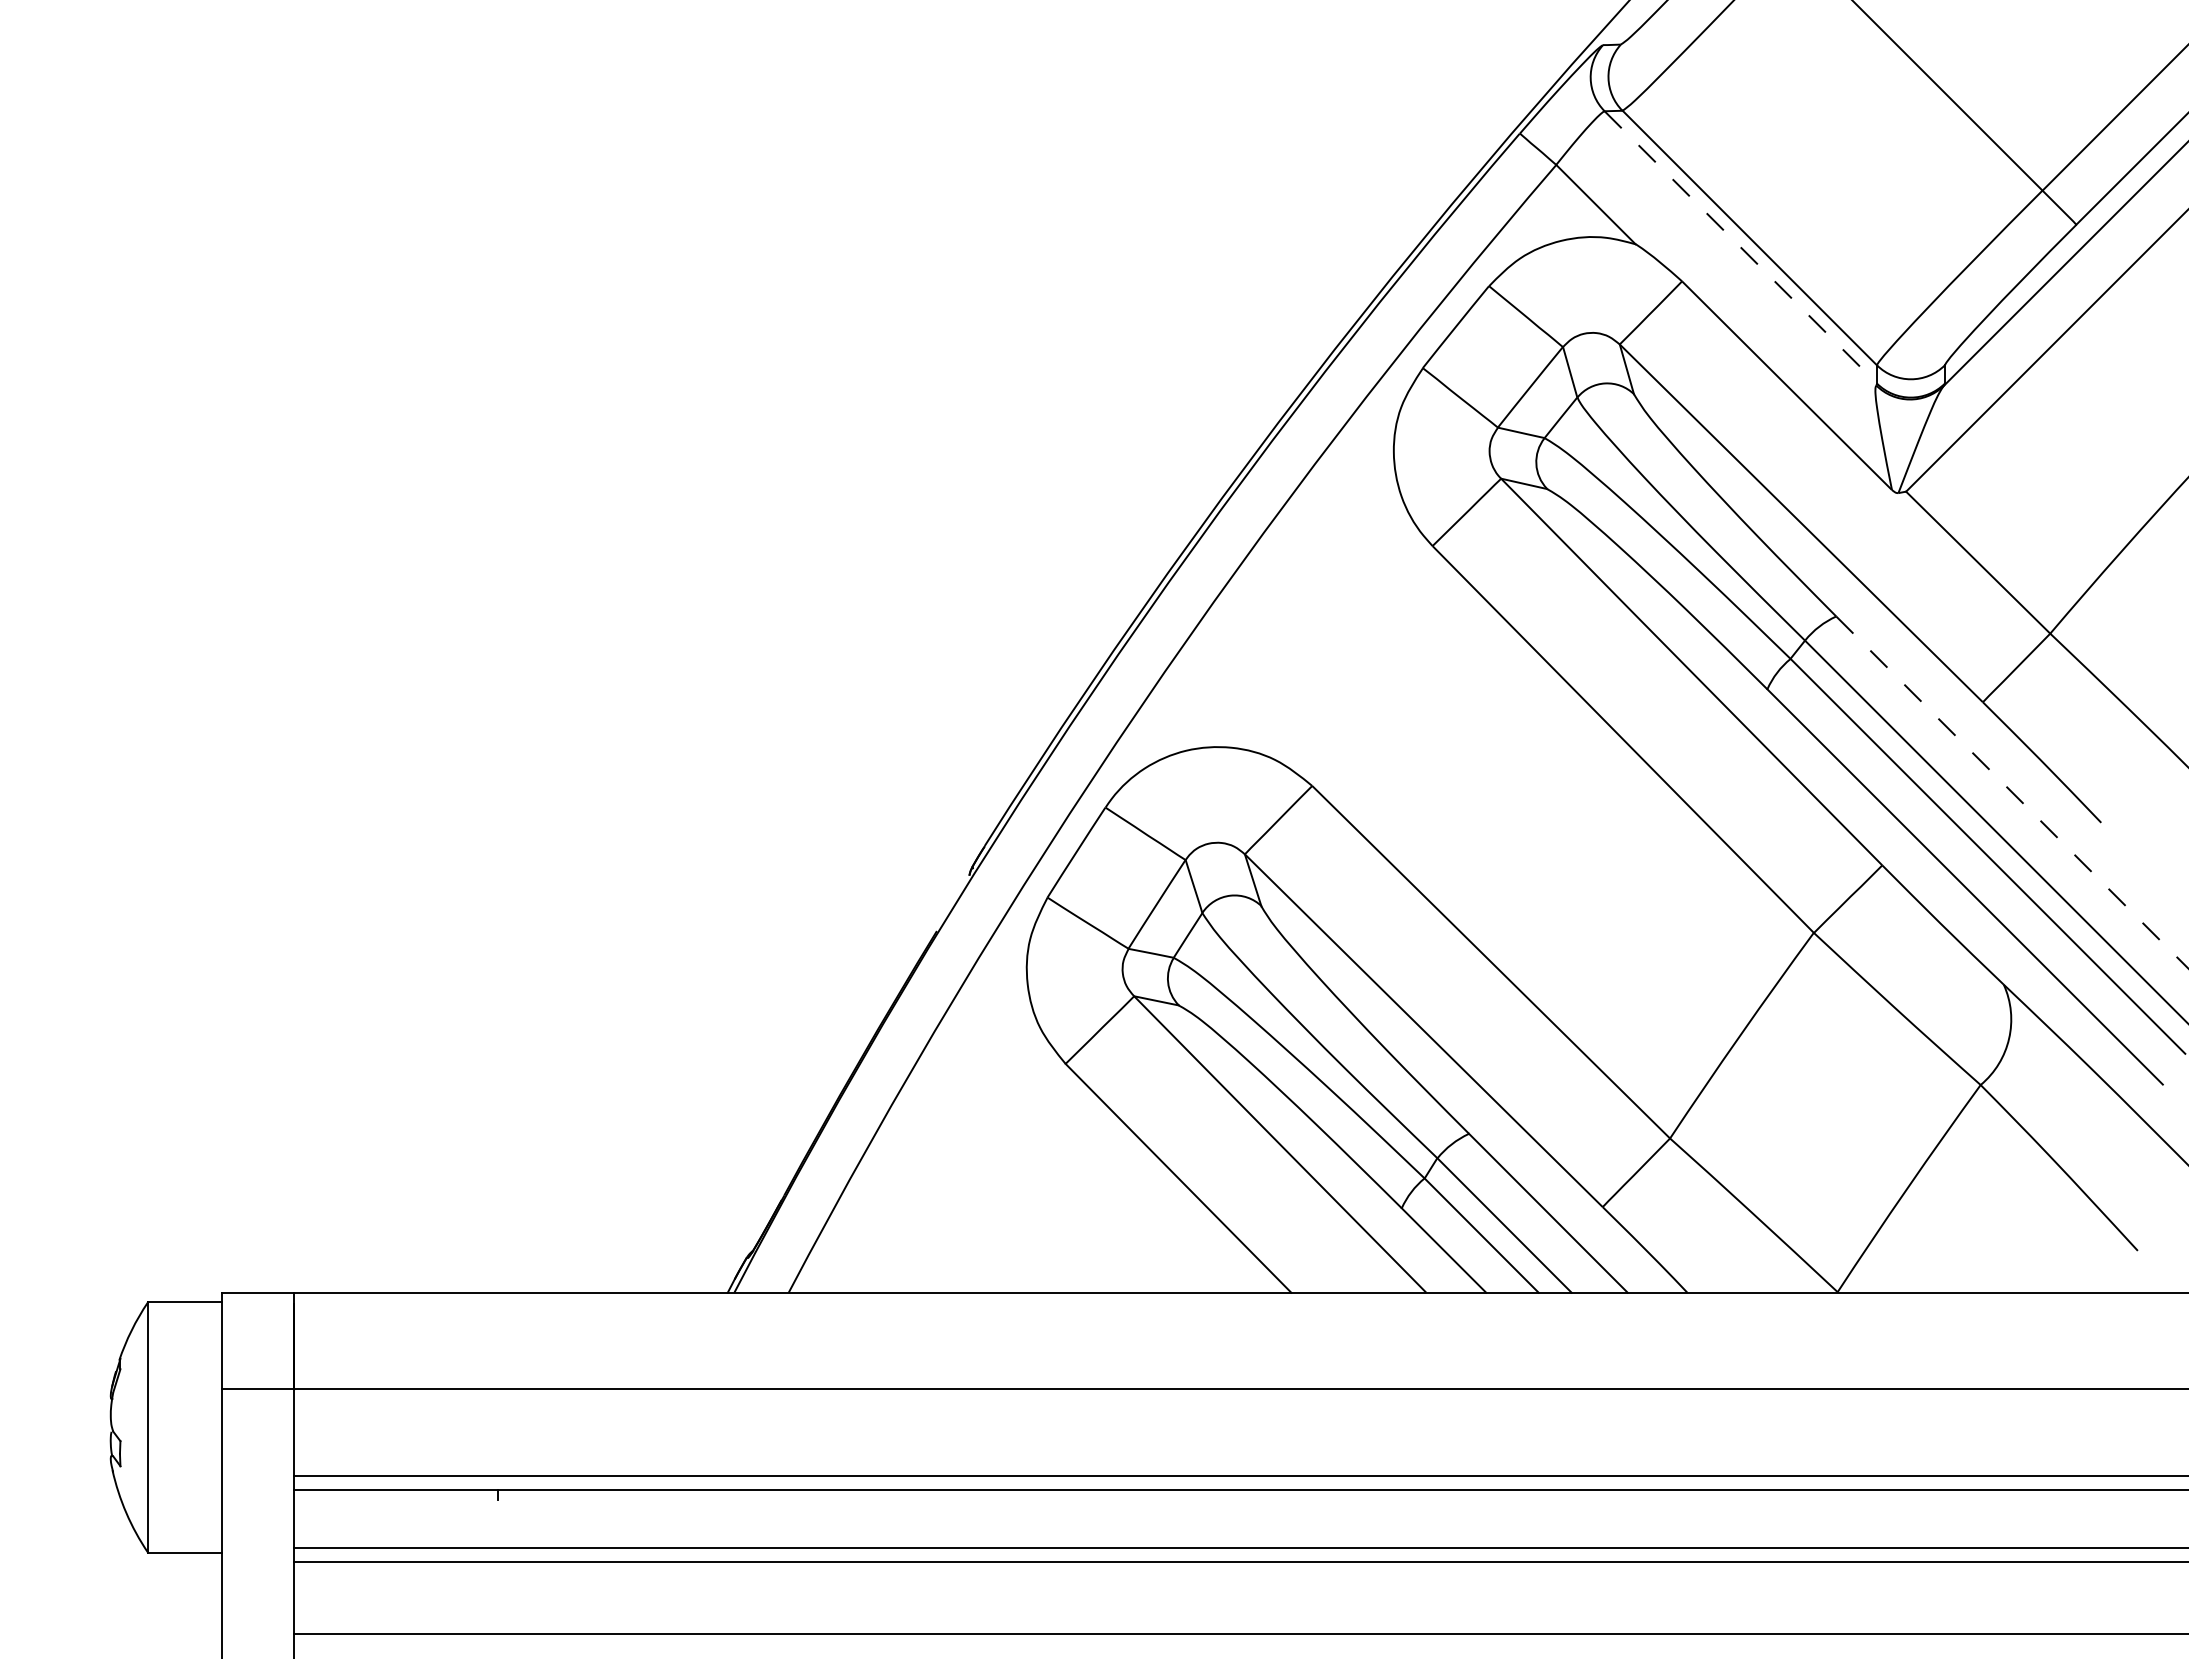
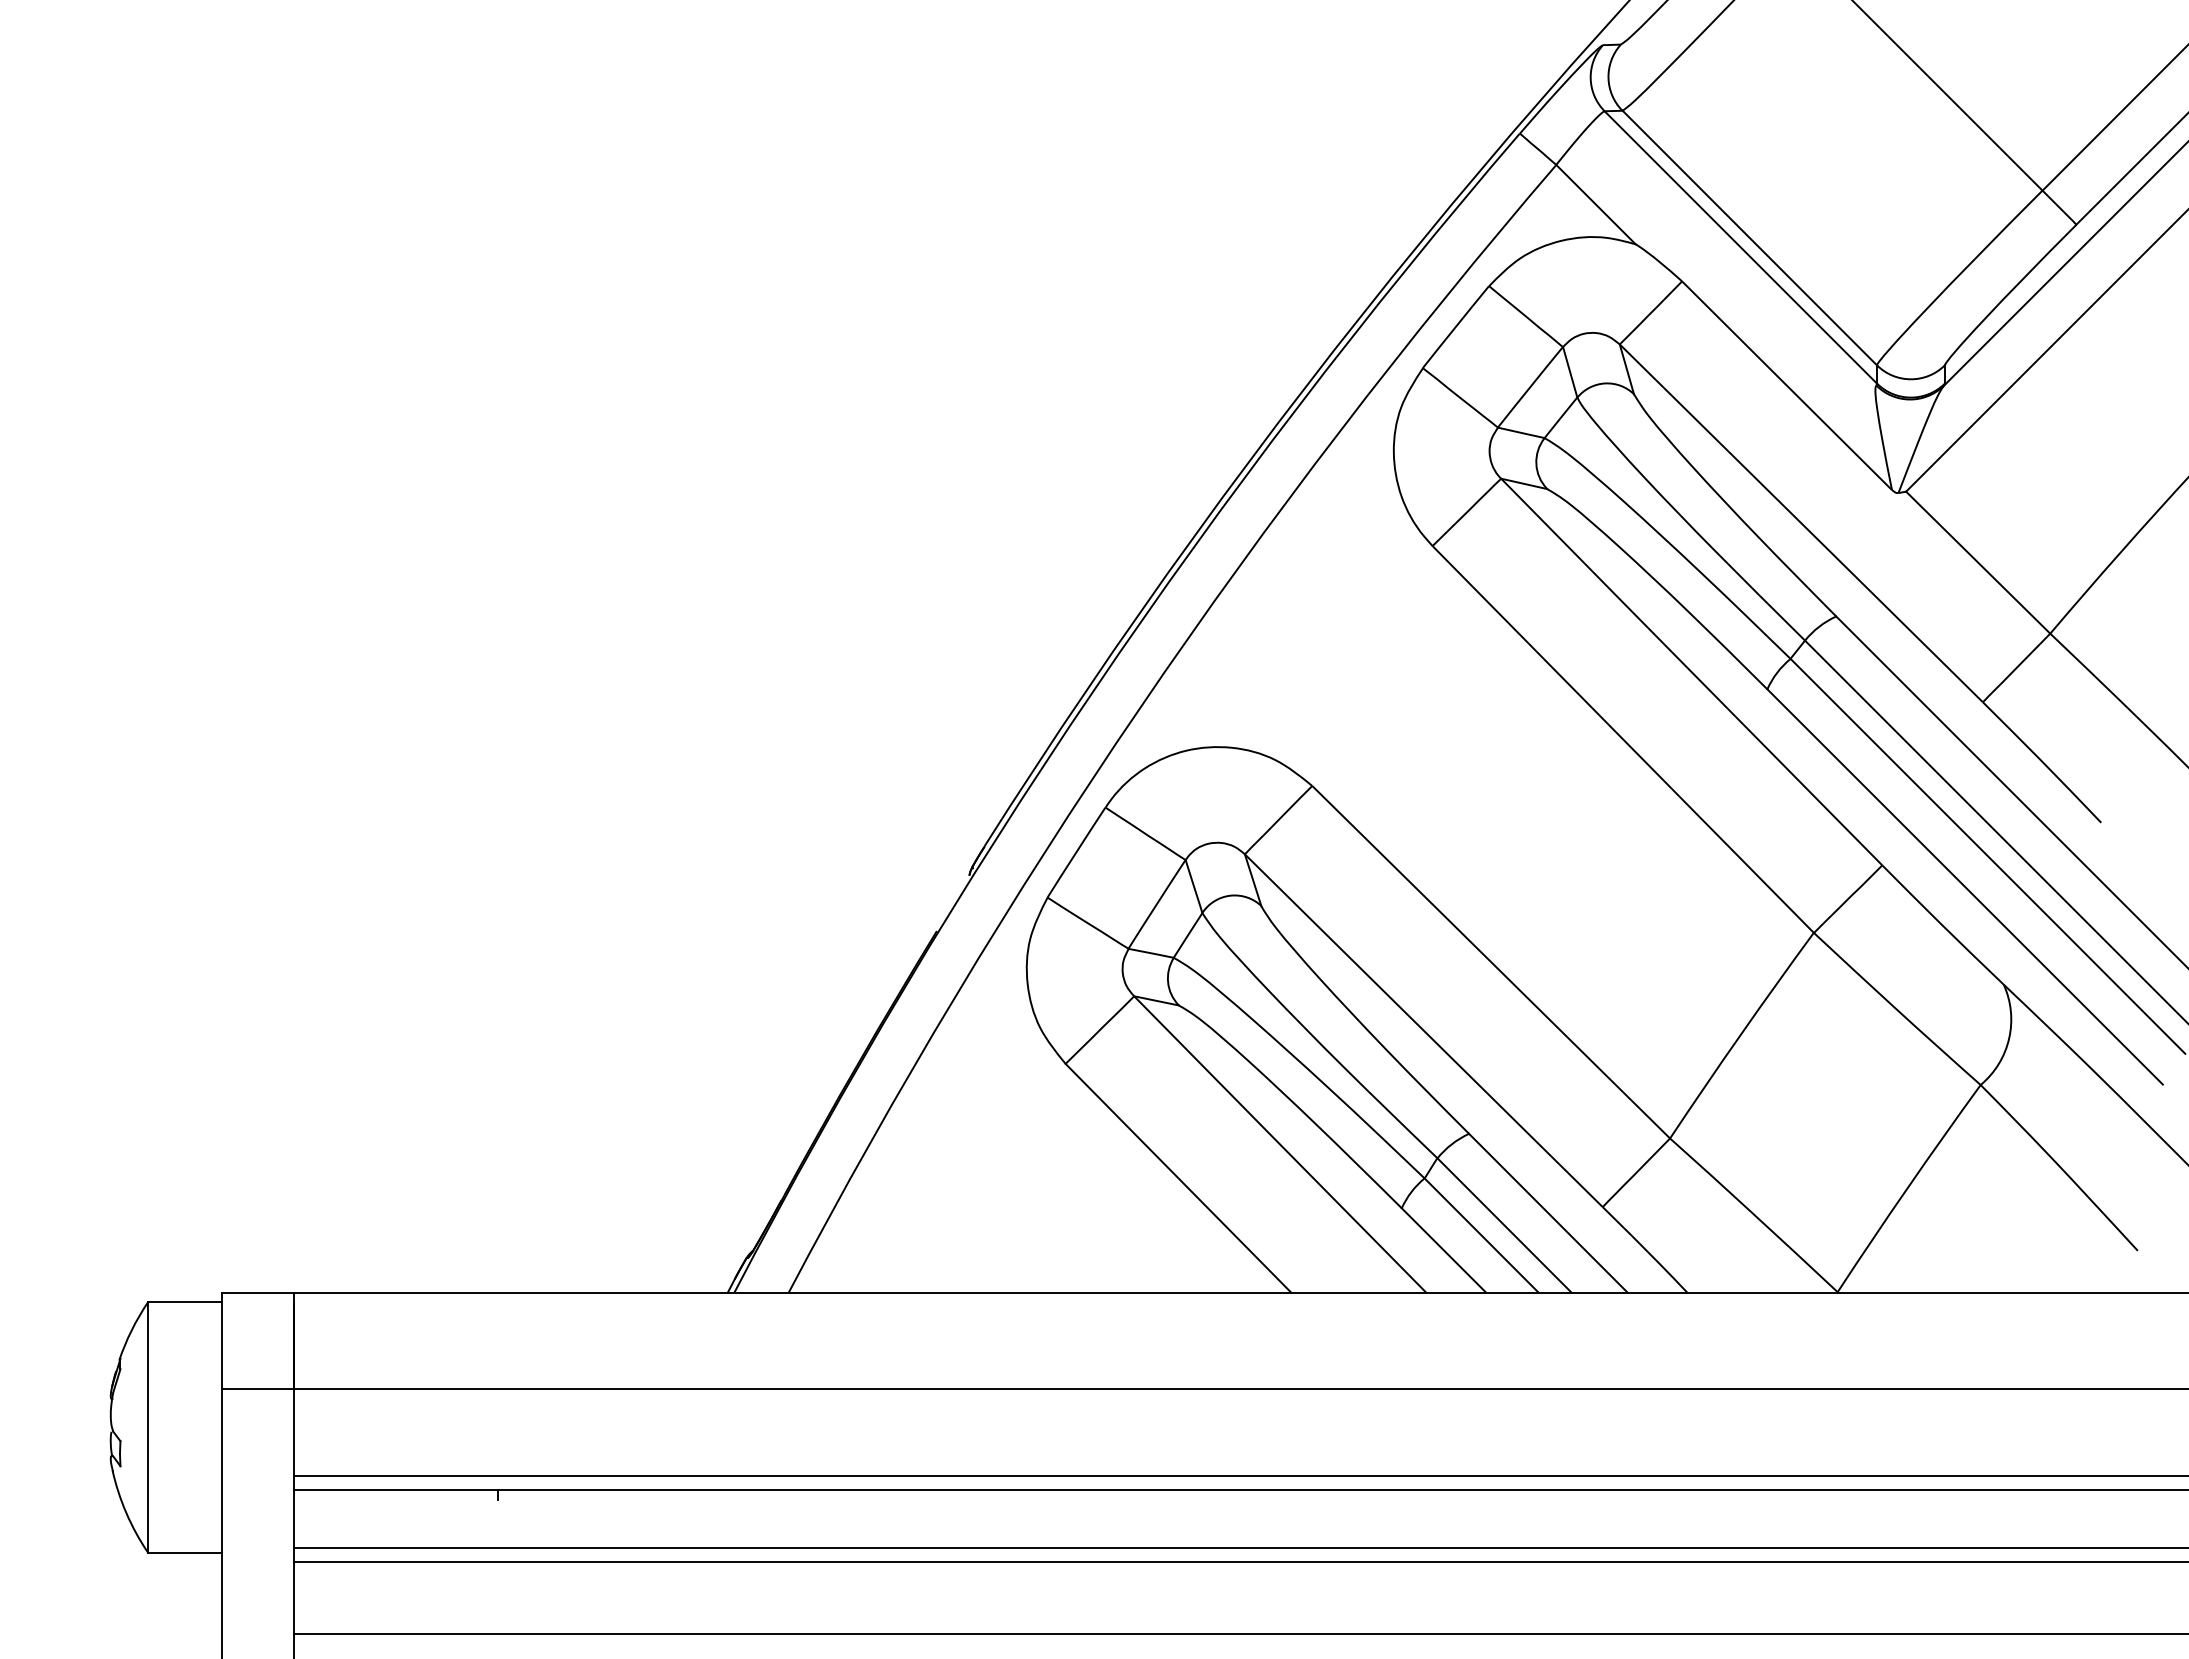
line at (1740, 247): dashed -> solid
line at (2012, 793): dashed -> solid
